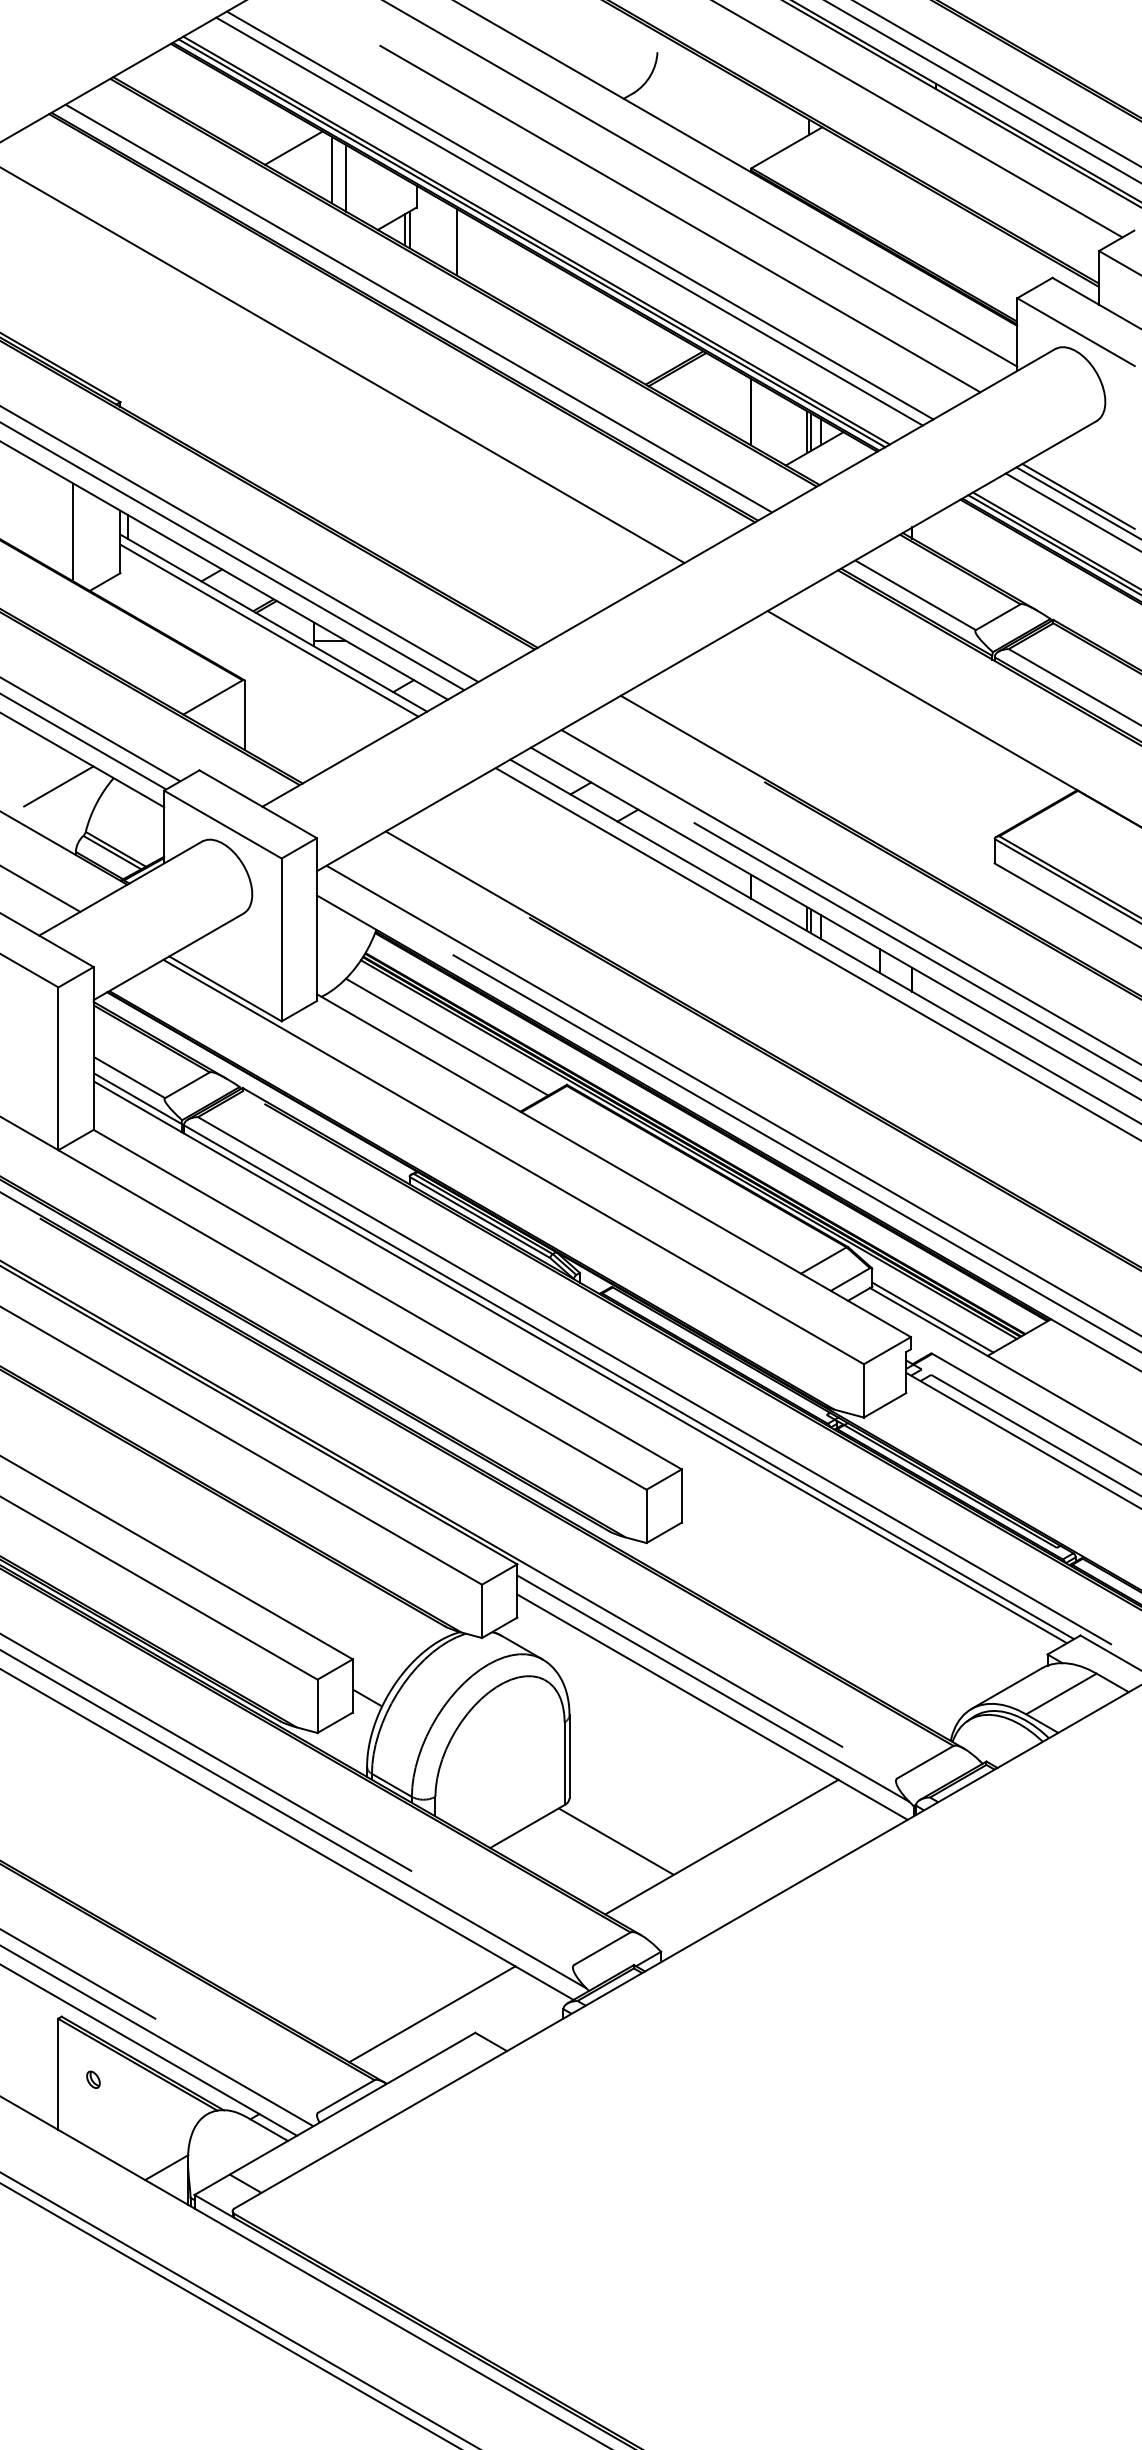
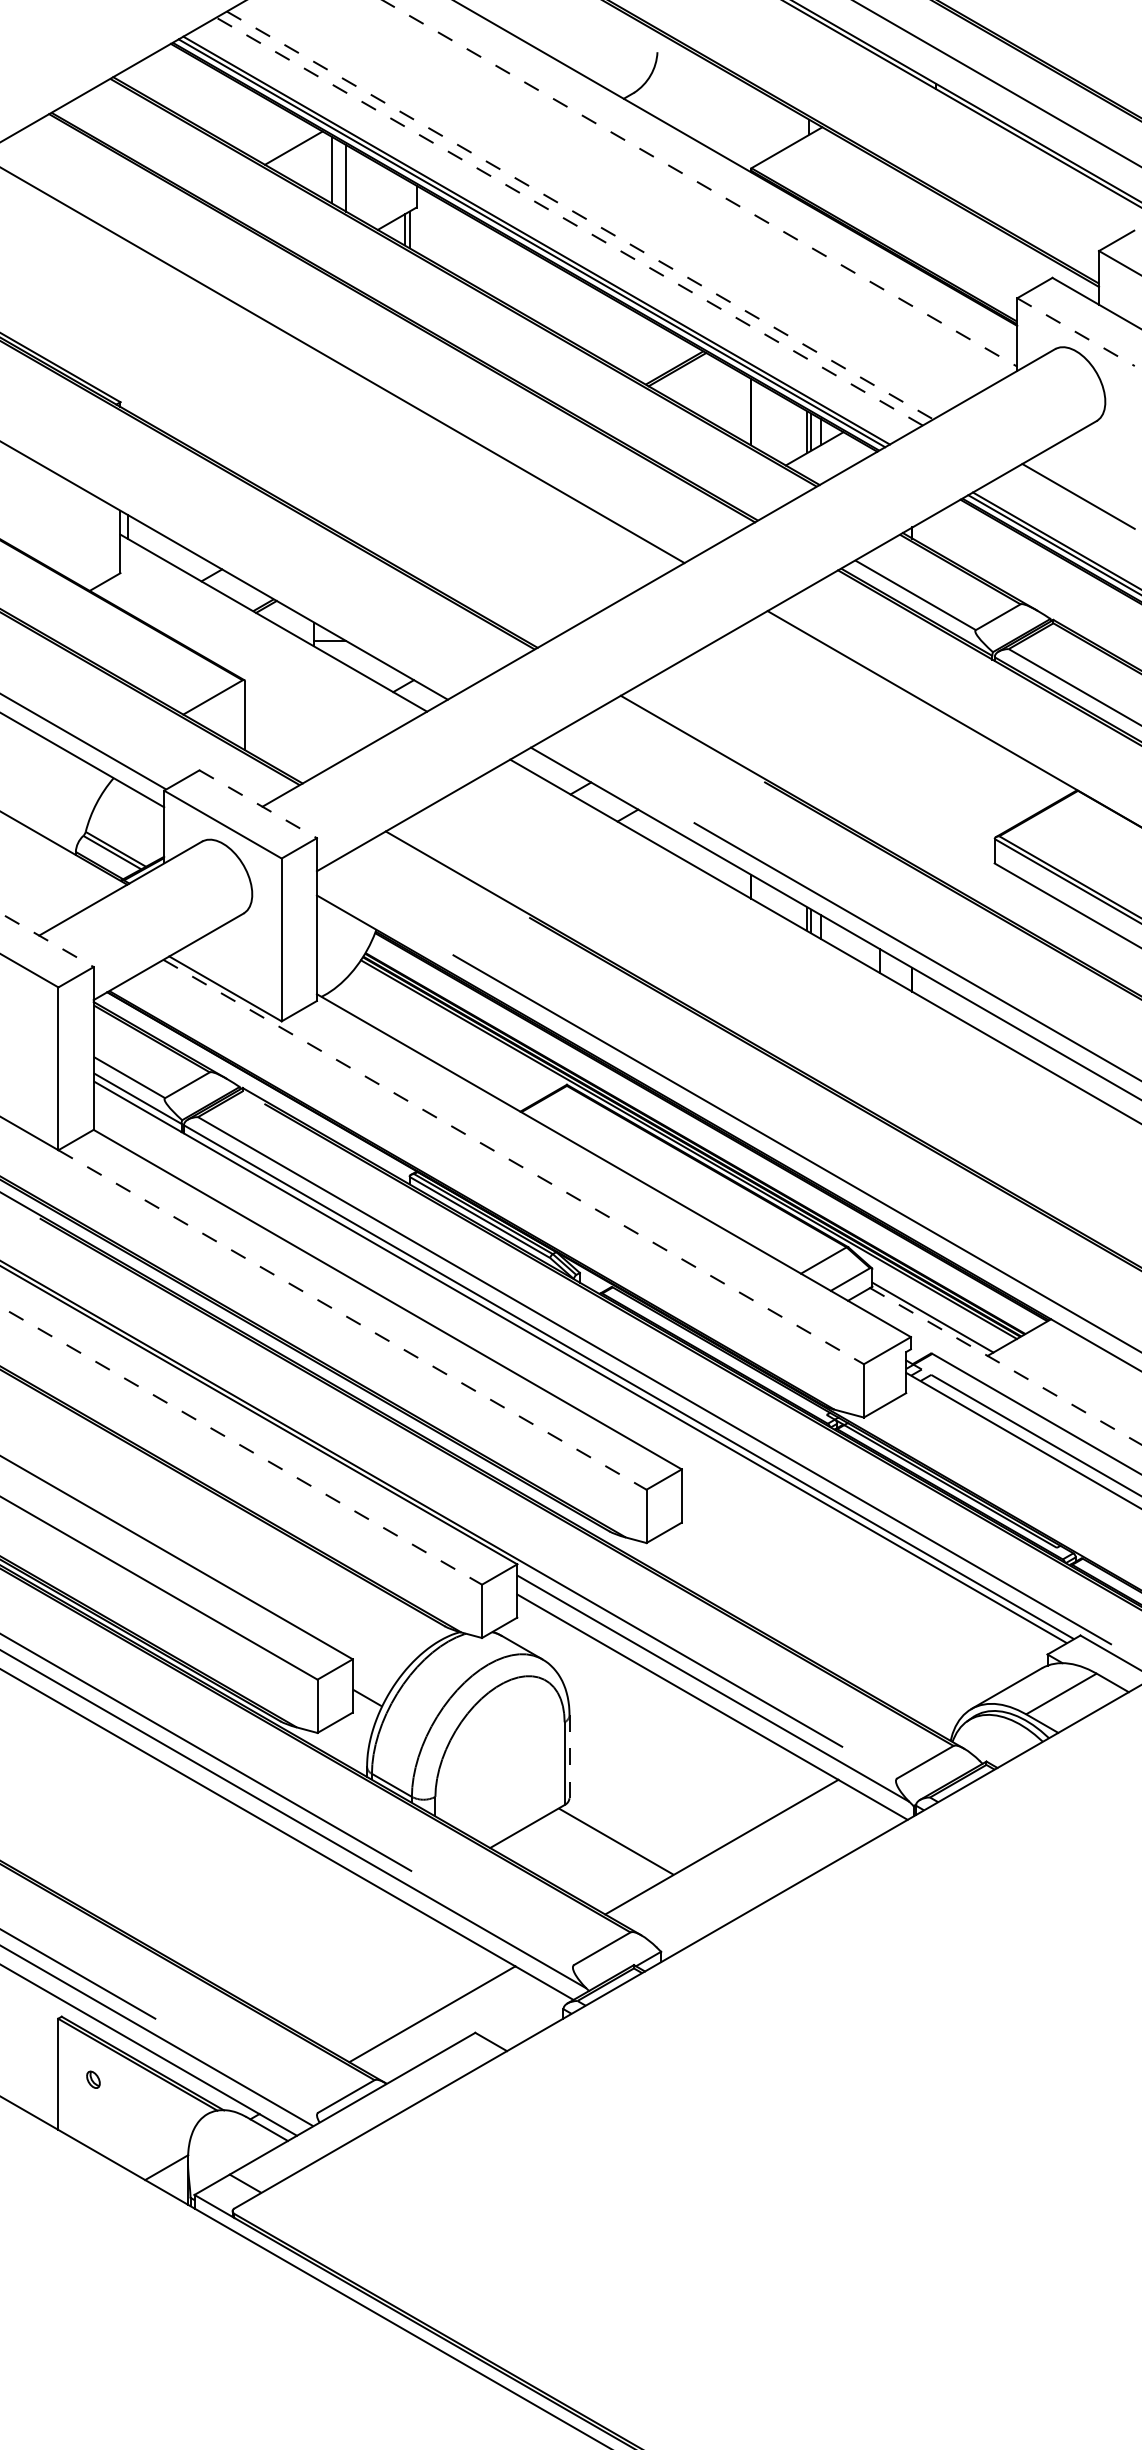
line at (982, 91): present -> none
line at (918, 119): present -> none
line at (700, 183): solid -> dashed
line at (580, 215): solid -> dashed
line at (680, 218): present -> none
line at (569, 221): solid -> dashed
line at (456, 241): present -> none
line at (418, 308): present -> none
line at (1076, 332): solid -> dashed
line at (1077, 502): present -> none
line at (1071, 511): present -> none
line at (73, 532): present -> none
line at (240, 544): present -> none
line at (233, 556): present -> none
line at (269, 630): present -> none
line at (91, 729): present -> none
line at (58, 786): present -> none
line at (258, 804): solid -> dashed
line at (41, 888): present -> none
line at (849, 896): present -> none
line at (47, 940): solid -> dashed
line at (816, 953): present -> none
line at (446, 1036): present -> none
line at (732, 1099): present -> none
line at (514, 1162): solid -> dashed
line at (352, 1319): solid -> dashed
line at (1005, 1366): solid -> dashed
line at (241, 1445): solid -> dashed
line at (569, 1756): solid -> dashed
line at (238, 2309): present -> none
line at (229, 2315): present -> none
